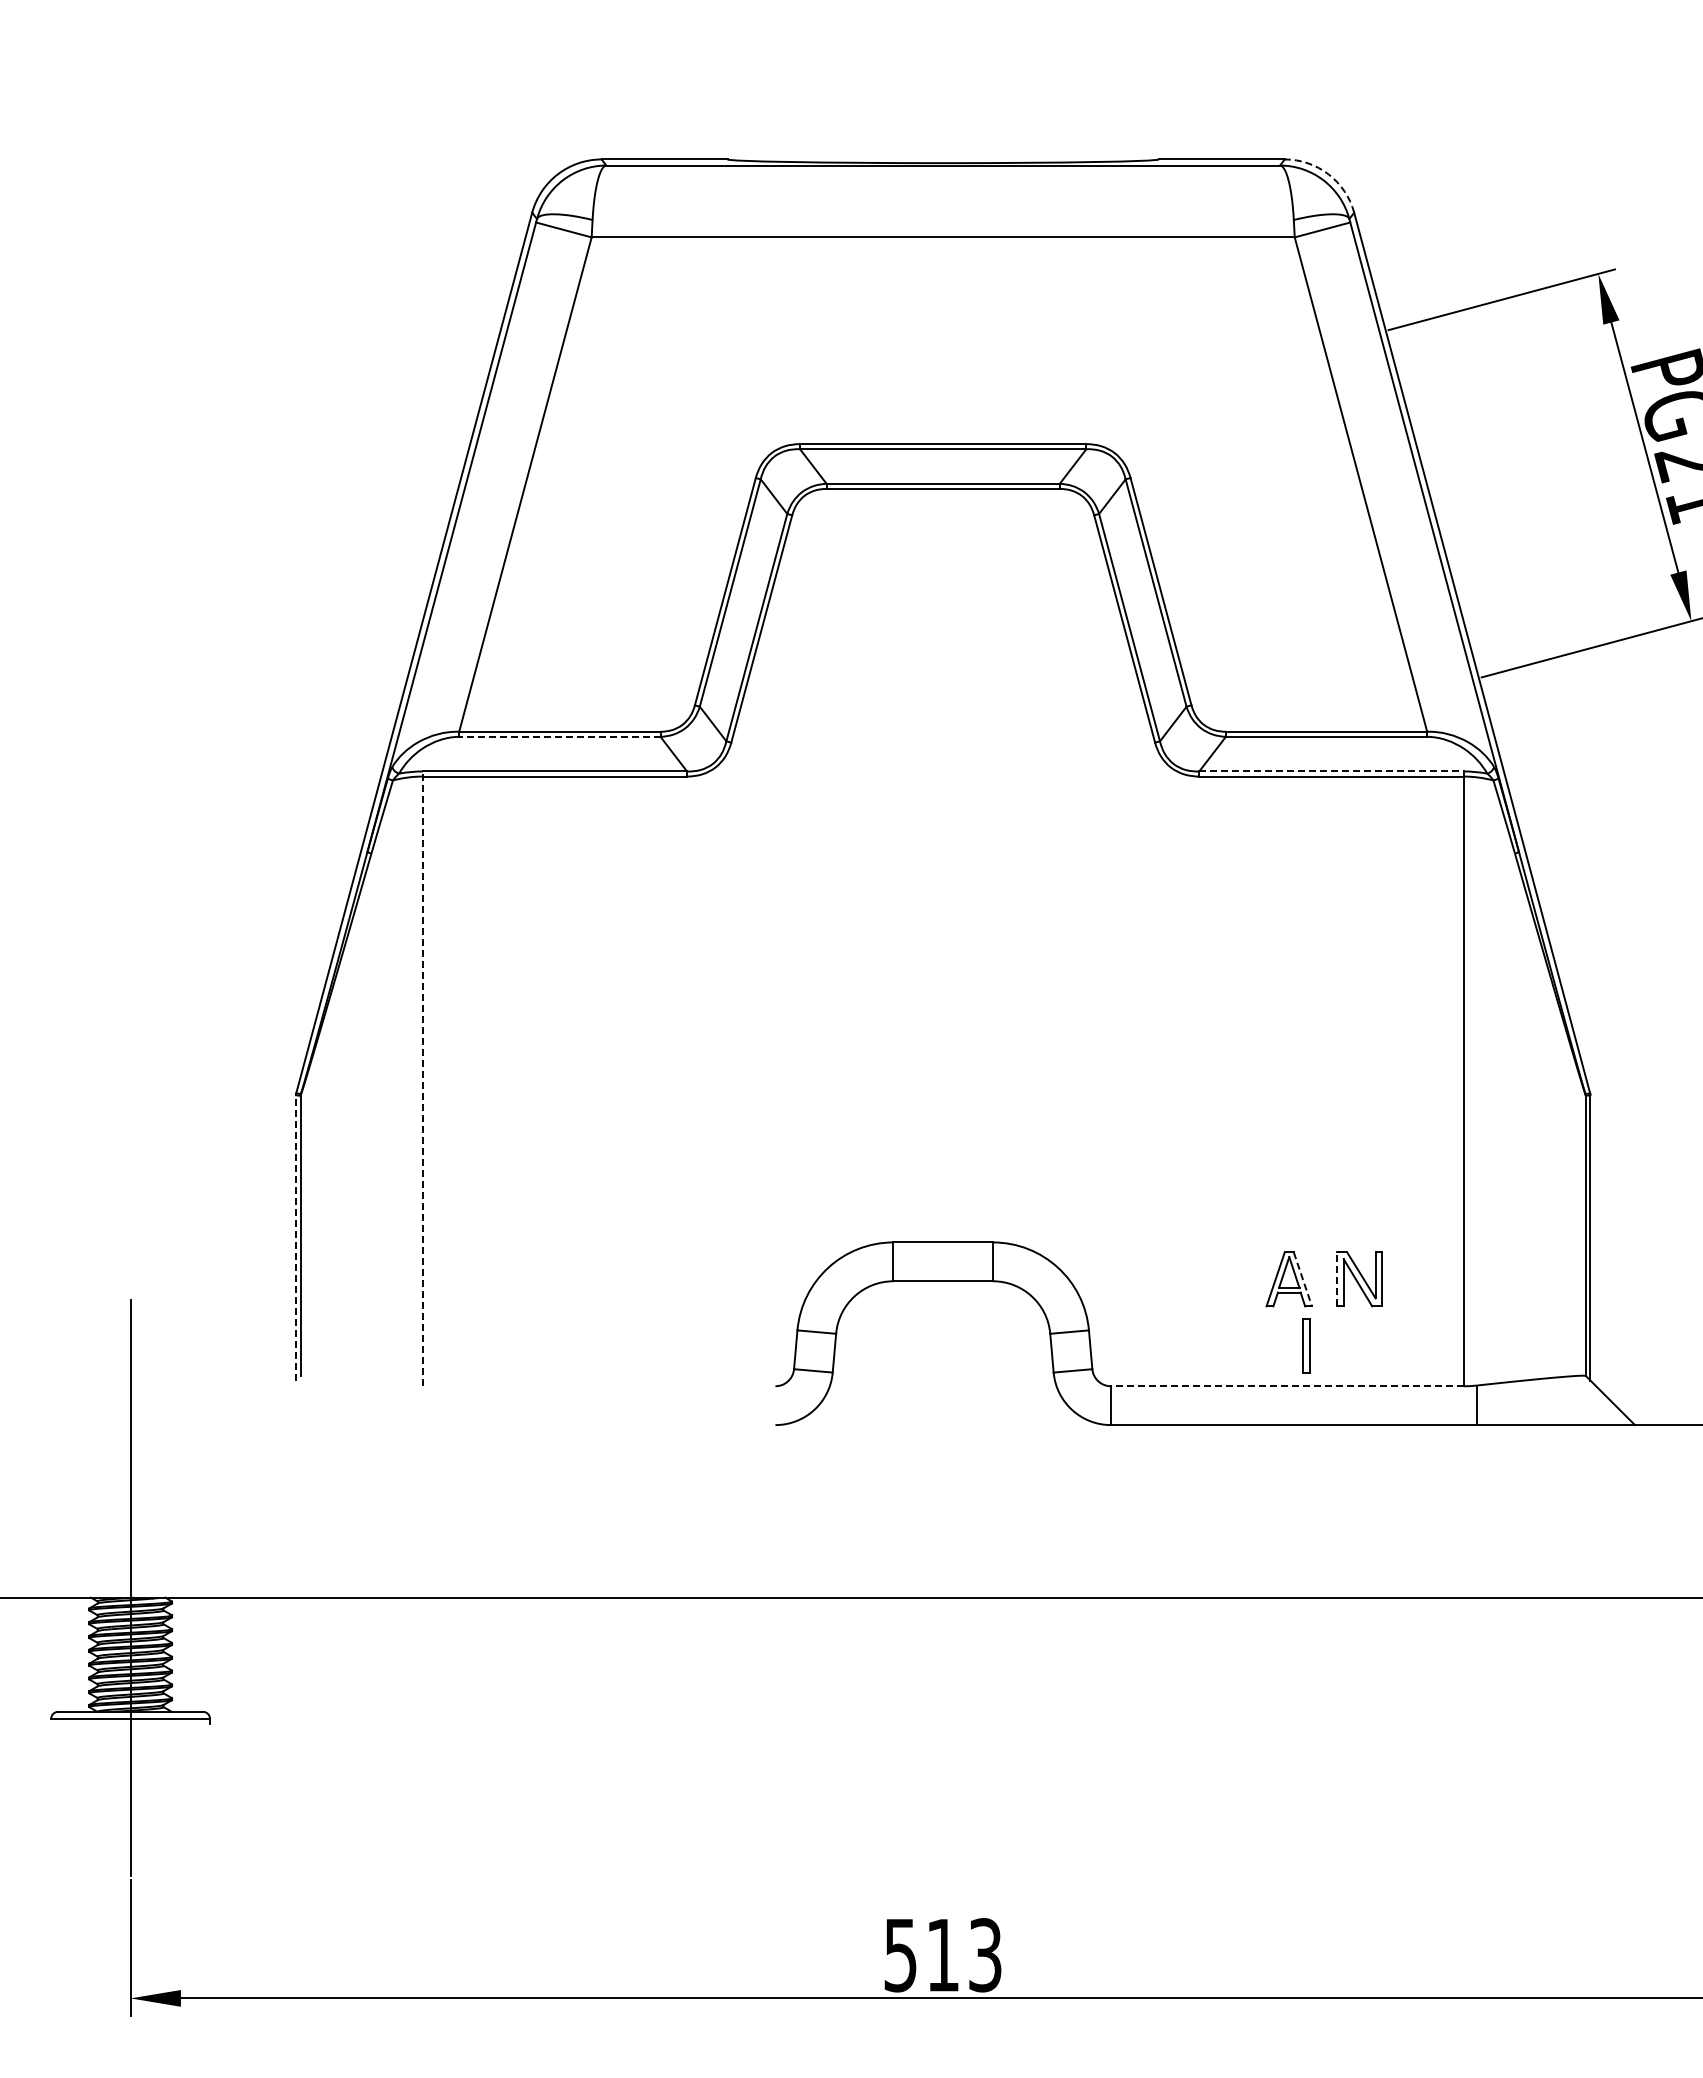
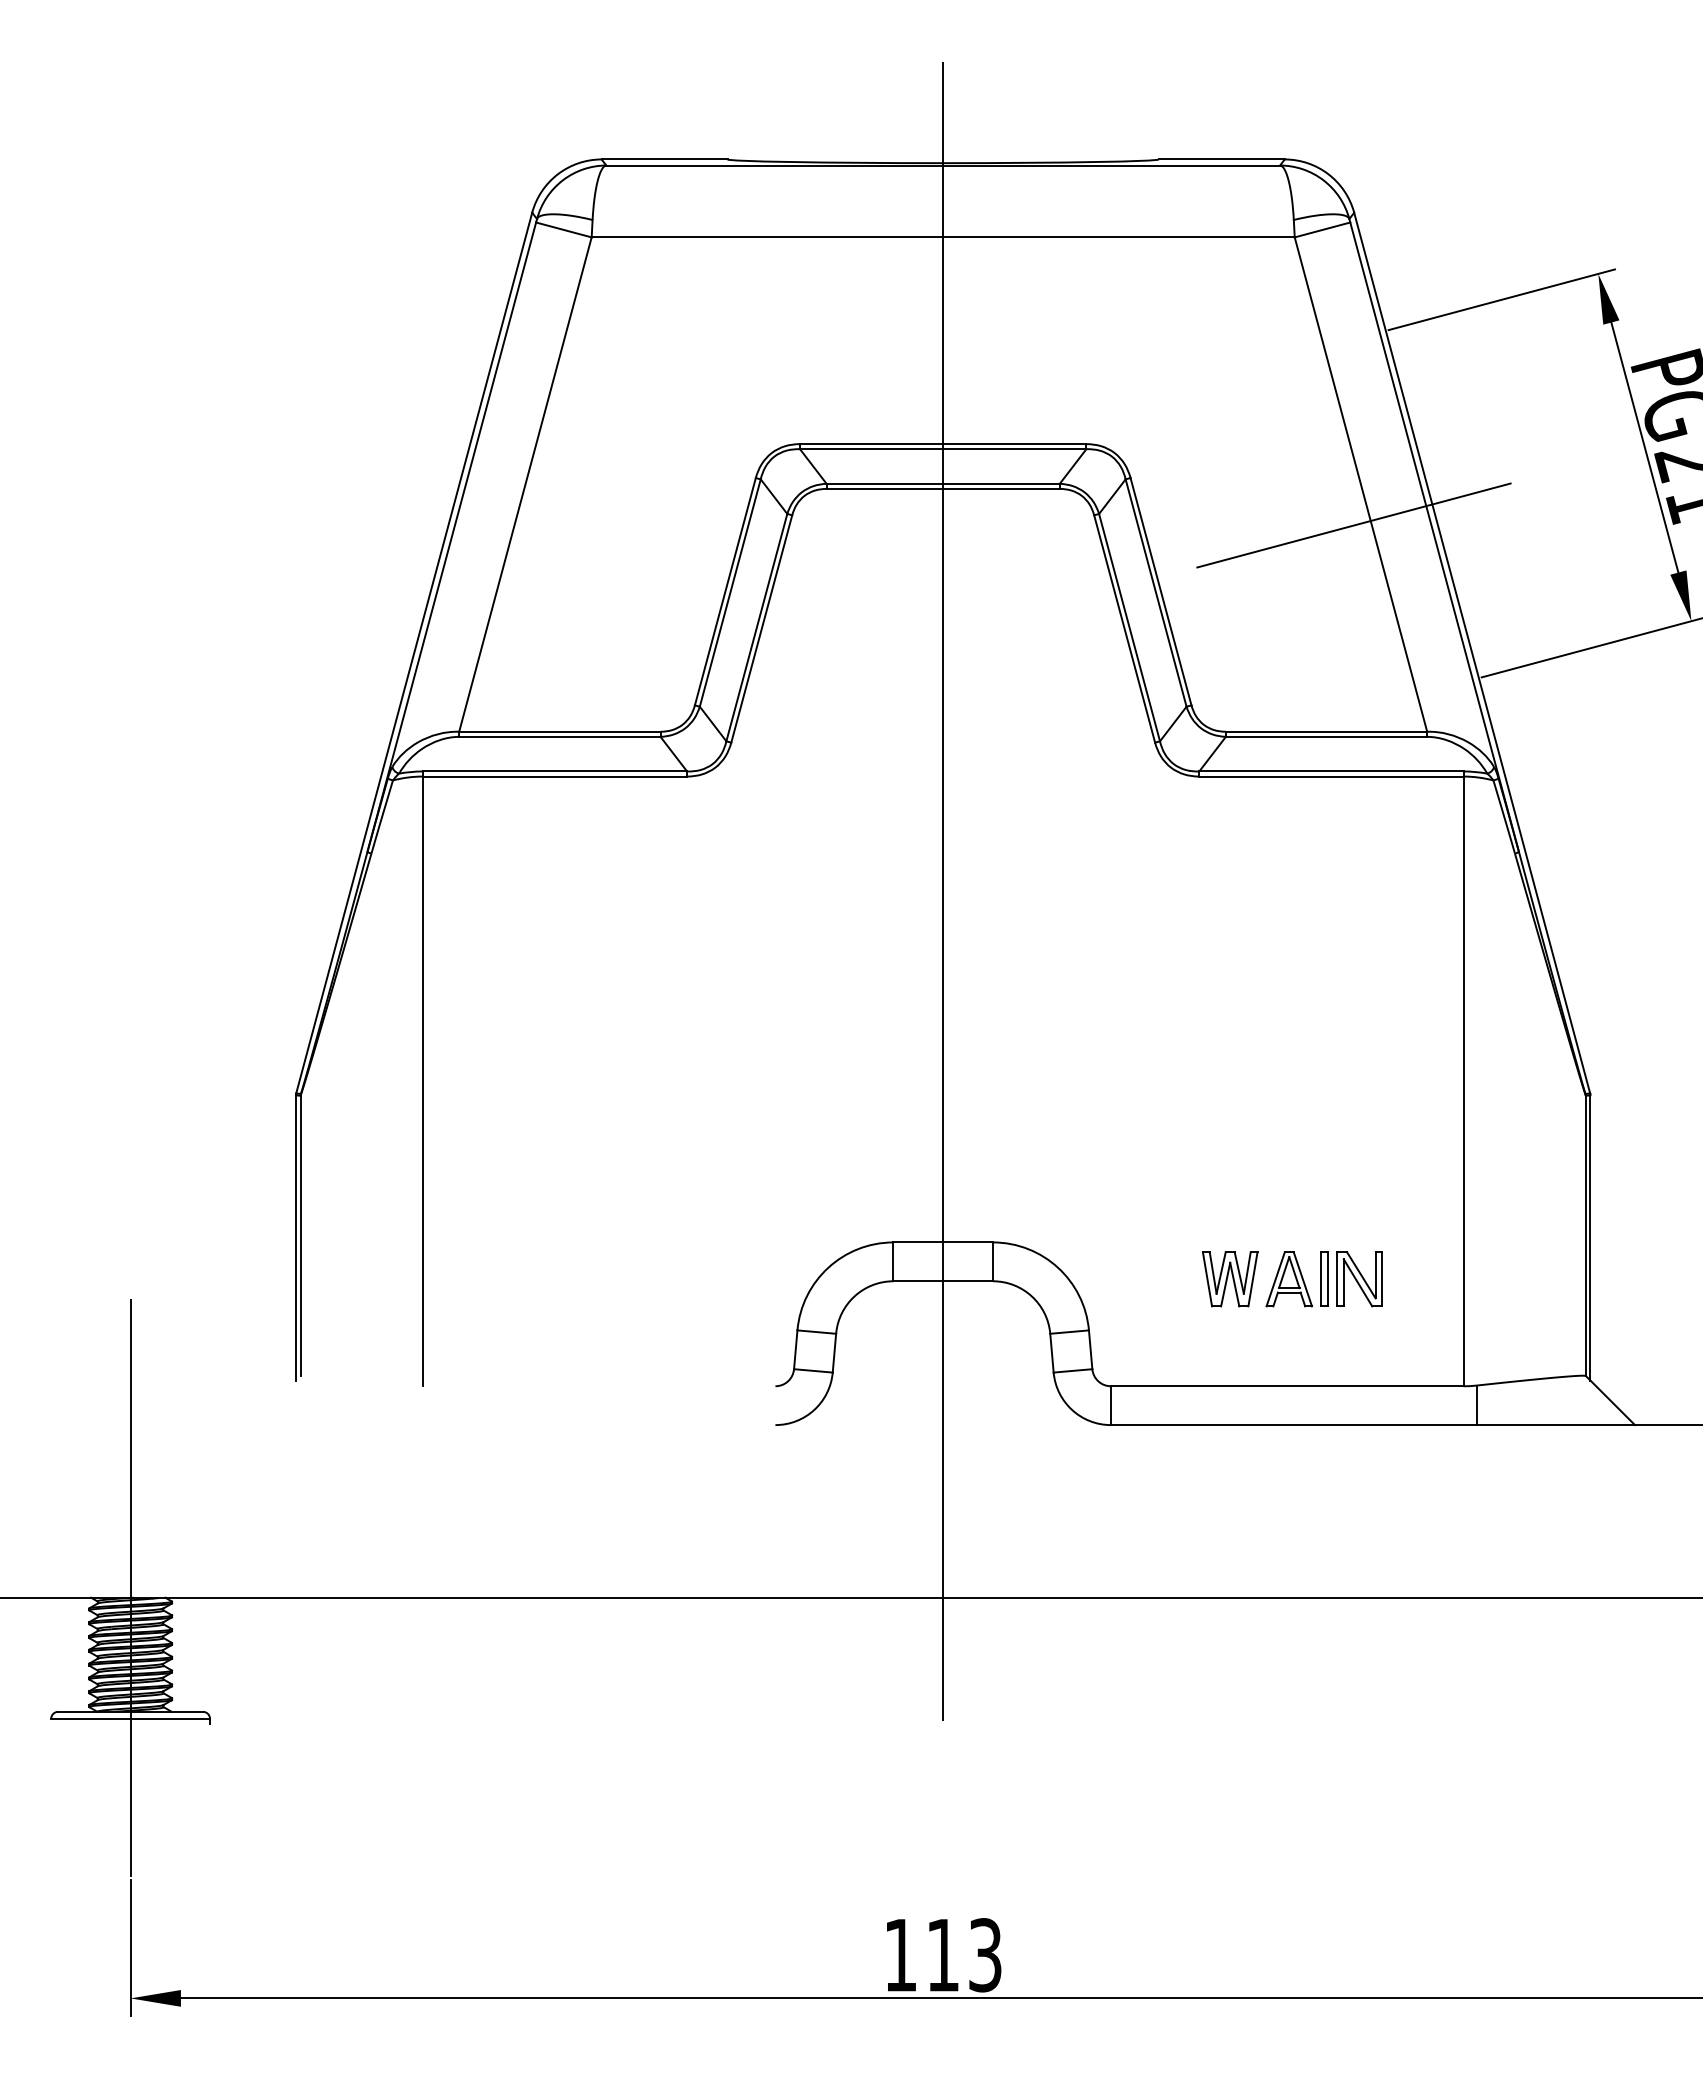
arc at (1328, 174): dashed -> solid
line at (1353, 525): none -> present
line at (559, 736): dashed -> solid
line at (1331, 771): dashed -> solid
line at (943, 891): none -> present
line at (422, 1078): dashed -> solid
line at (296, 1237): dashed -> solid
part at (1230, 1279): none -> present
line at (1303, 1279): dashed -> solid
line at (1337, 1279): dashed -> solid
part at (1306, 1345) position: (1306, 1345) -> (1324, 1278)
line at (1286, 1386): dashed -> solid
text at (900, 1955): 513 -> 113
